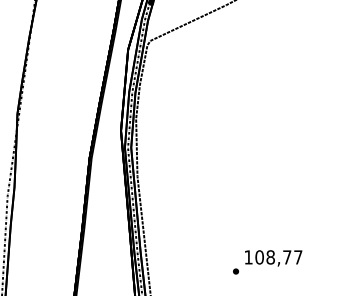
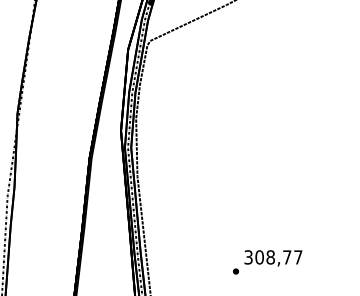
text at (248, 257): 108,77 -> 308,77
